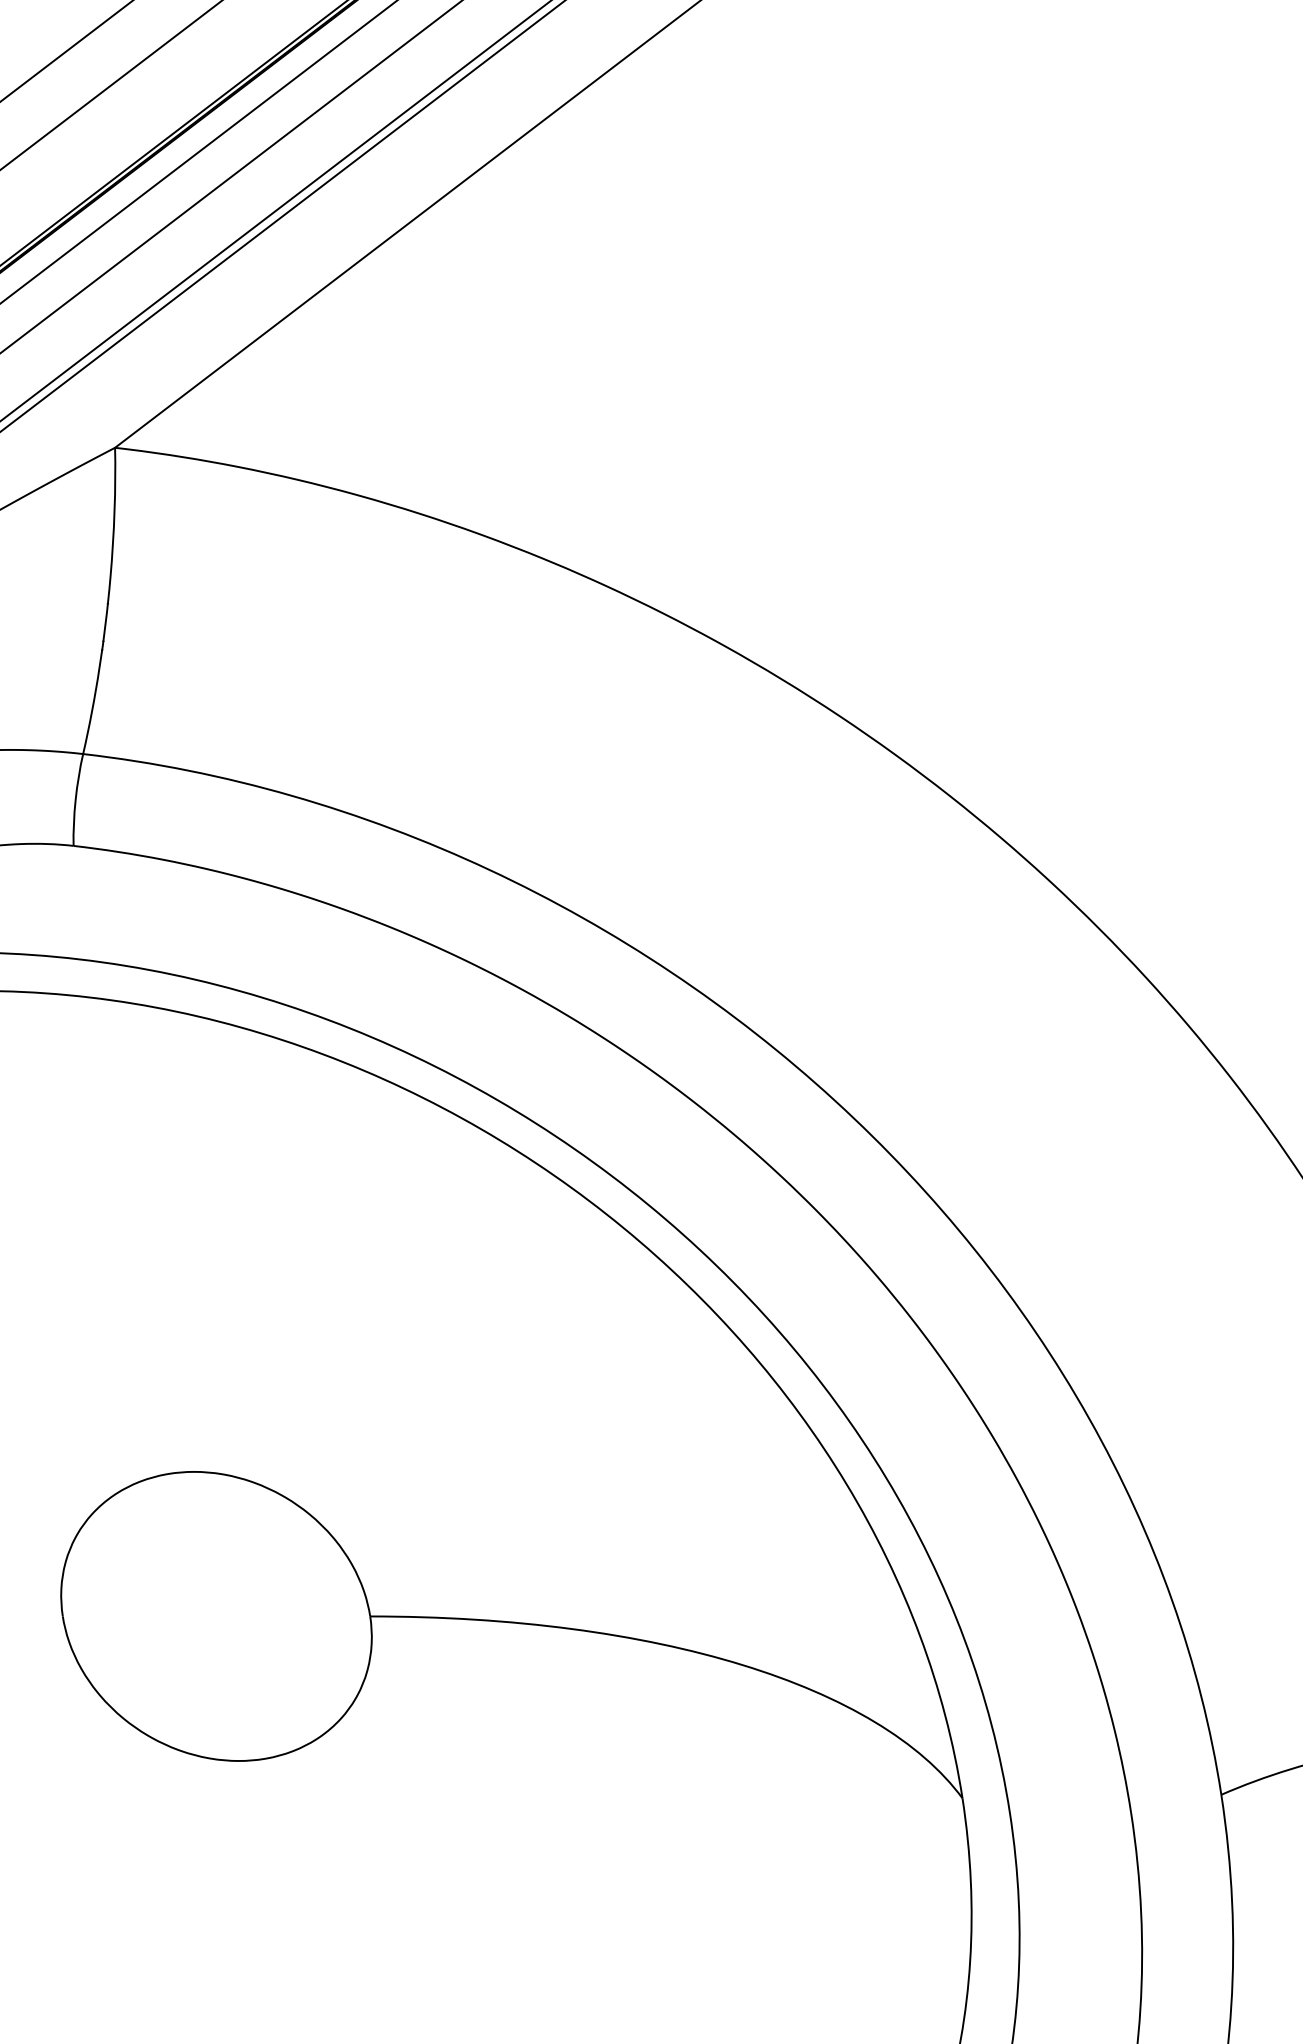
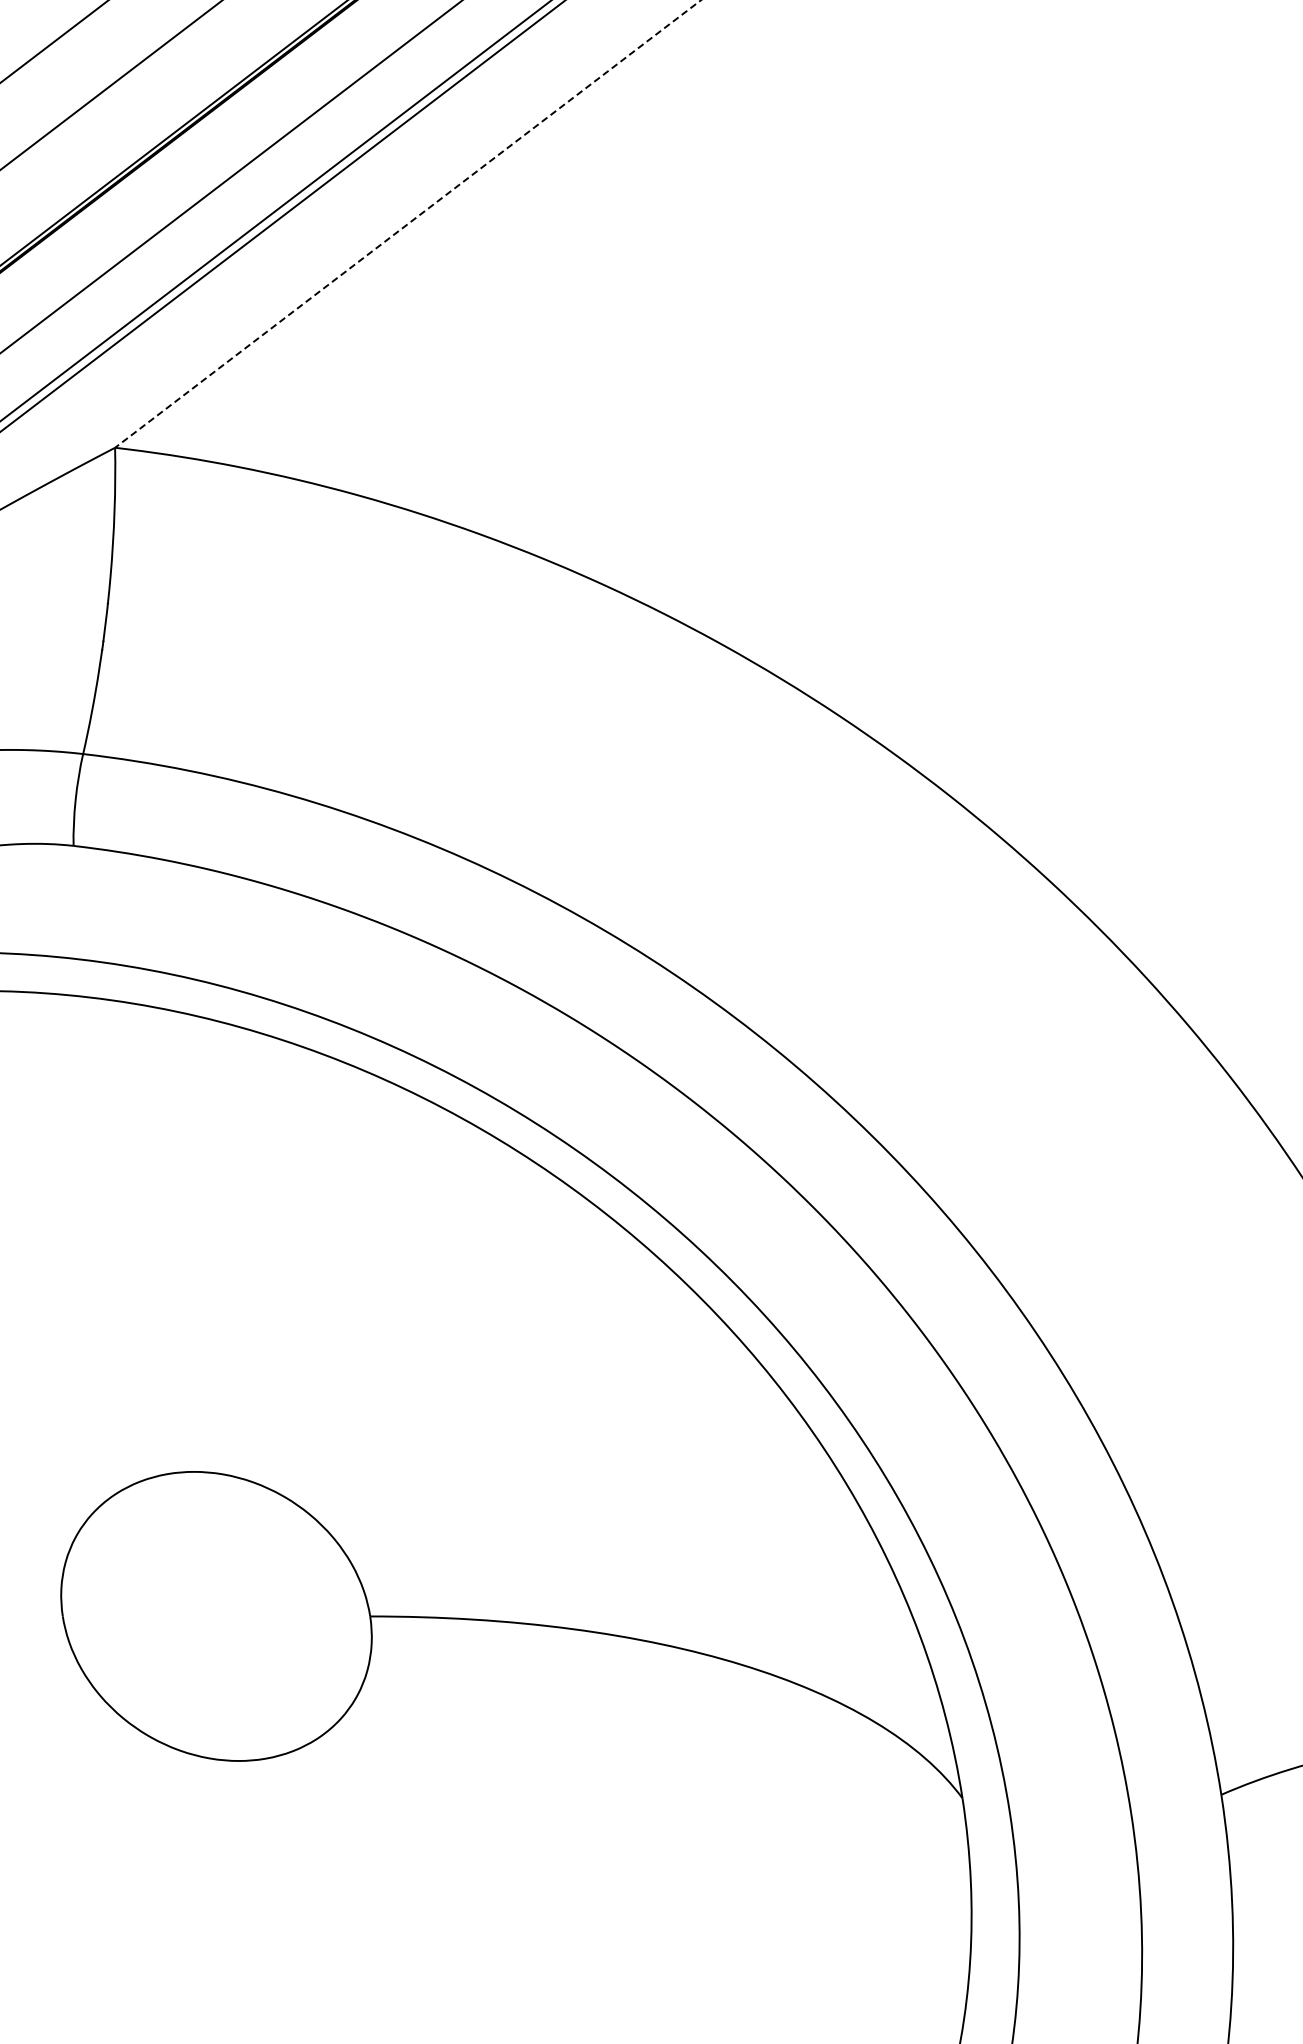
line at (66, 51) position: (66, 51) -> (53, 41)
line at (198, 151): present -> none
line at (407, 224): solid -> dashed
